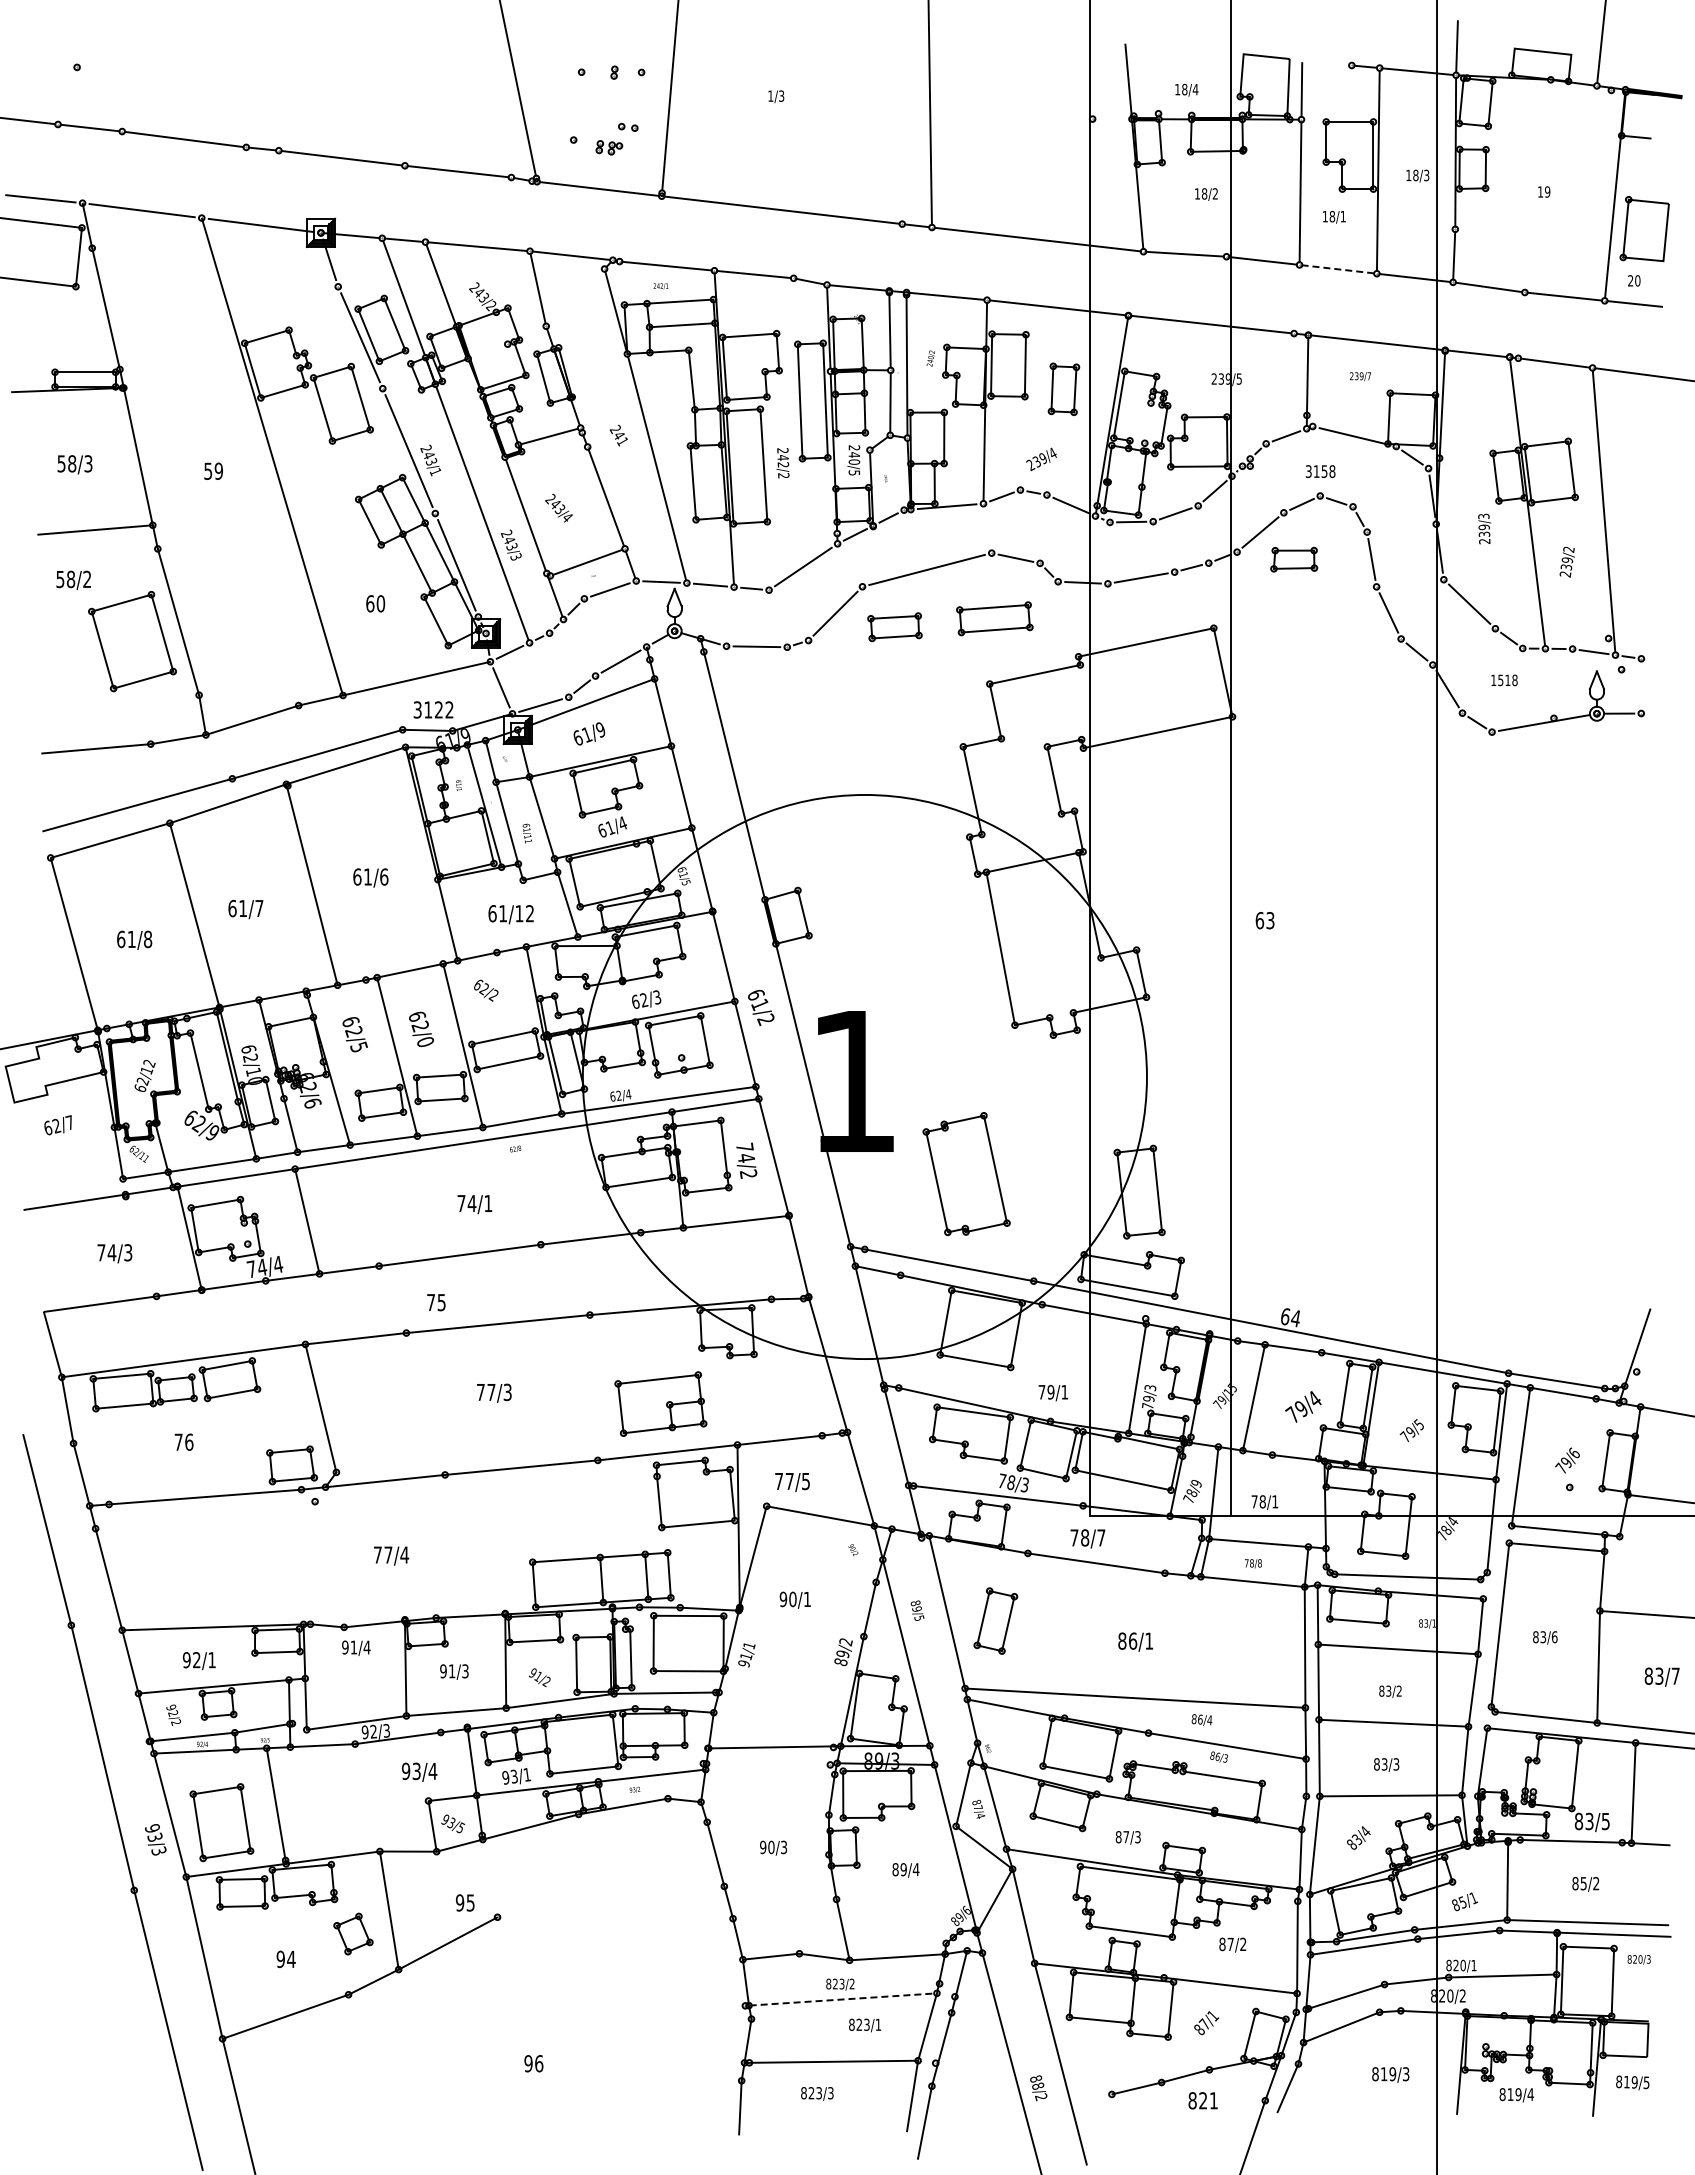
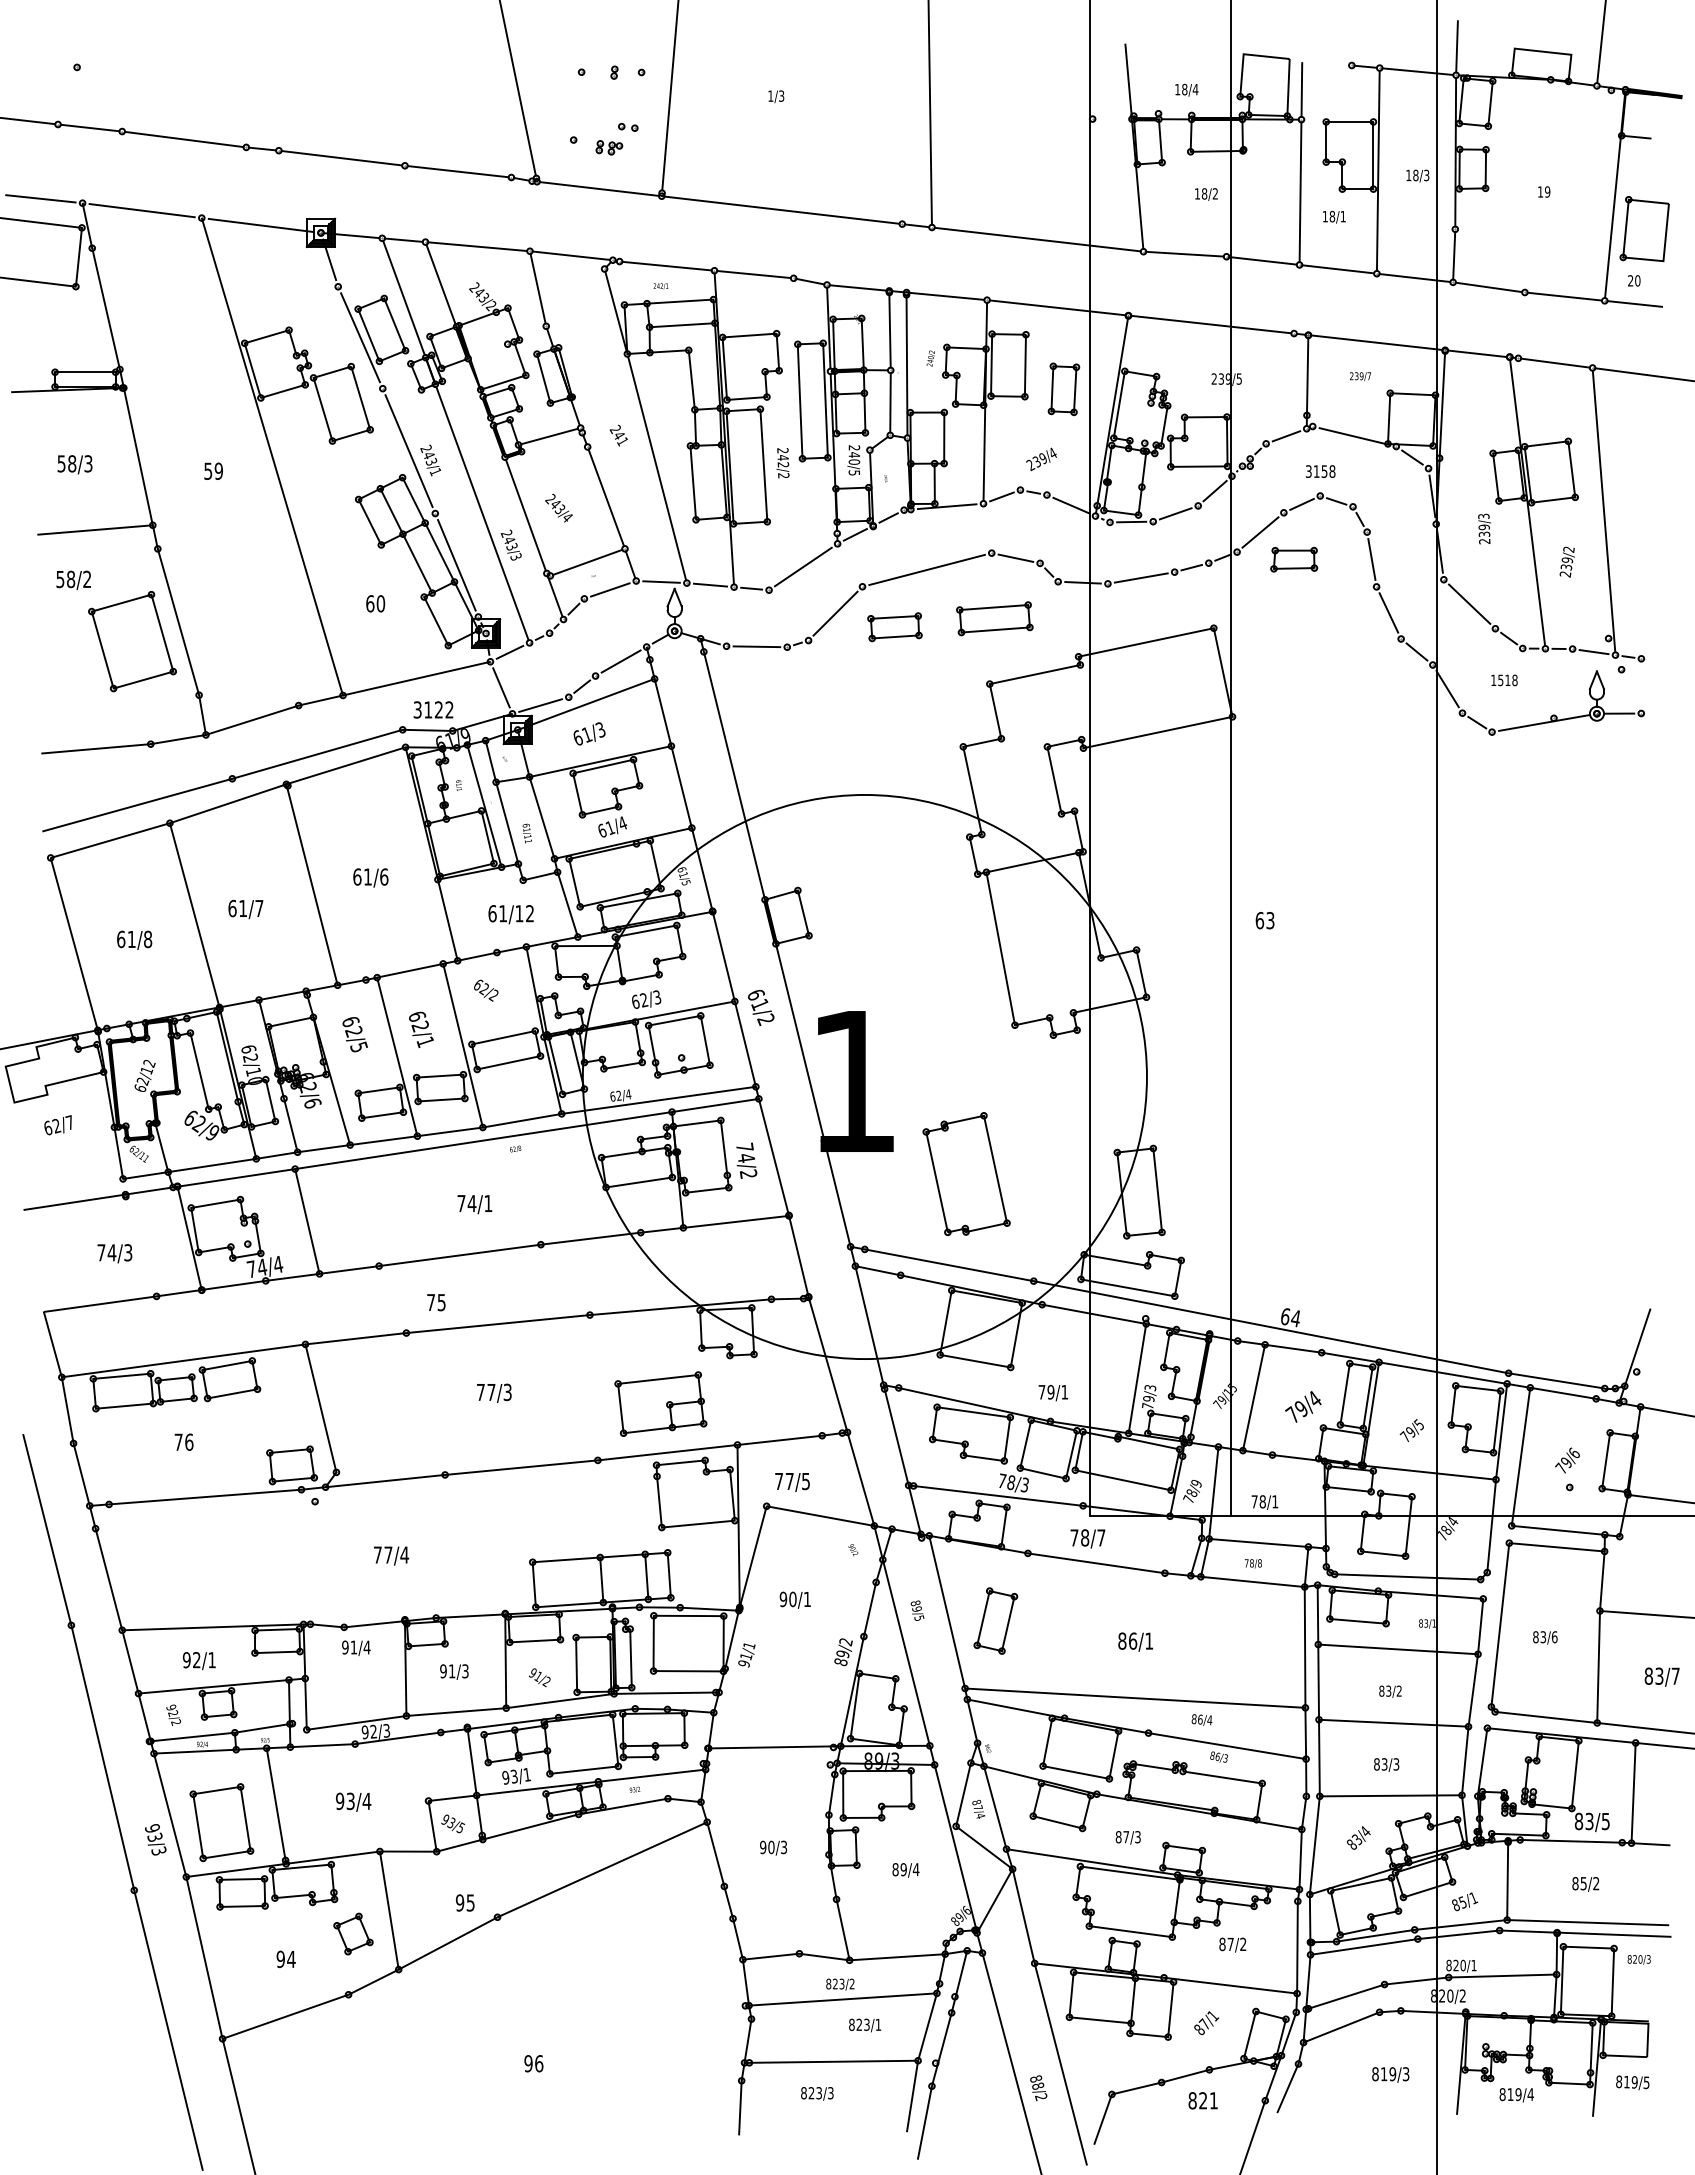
line at (1337, 269): dashed -> solid
text at (600, 729): 61/9 -> 61/3
text at (424, 1041): 62/0 -> 62/1
text at (419, 1771) position: (419, 1771) -> (353, 1801)
line at (602, 1869): none -> present
line at (843, 1999): dashed -> solid
line at (1102, 2119): none -> present
